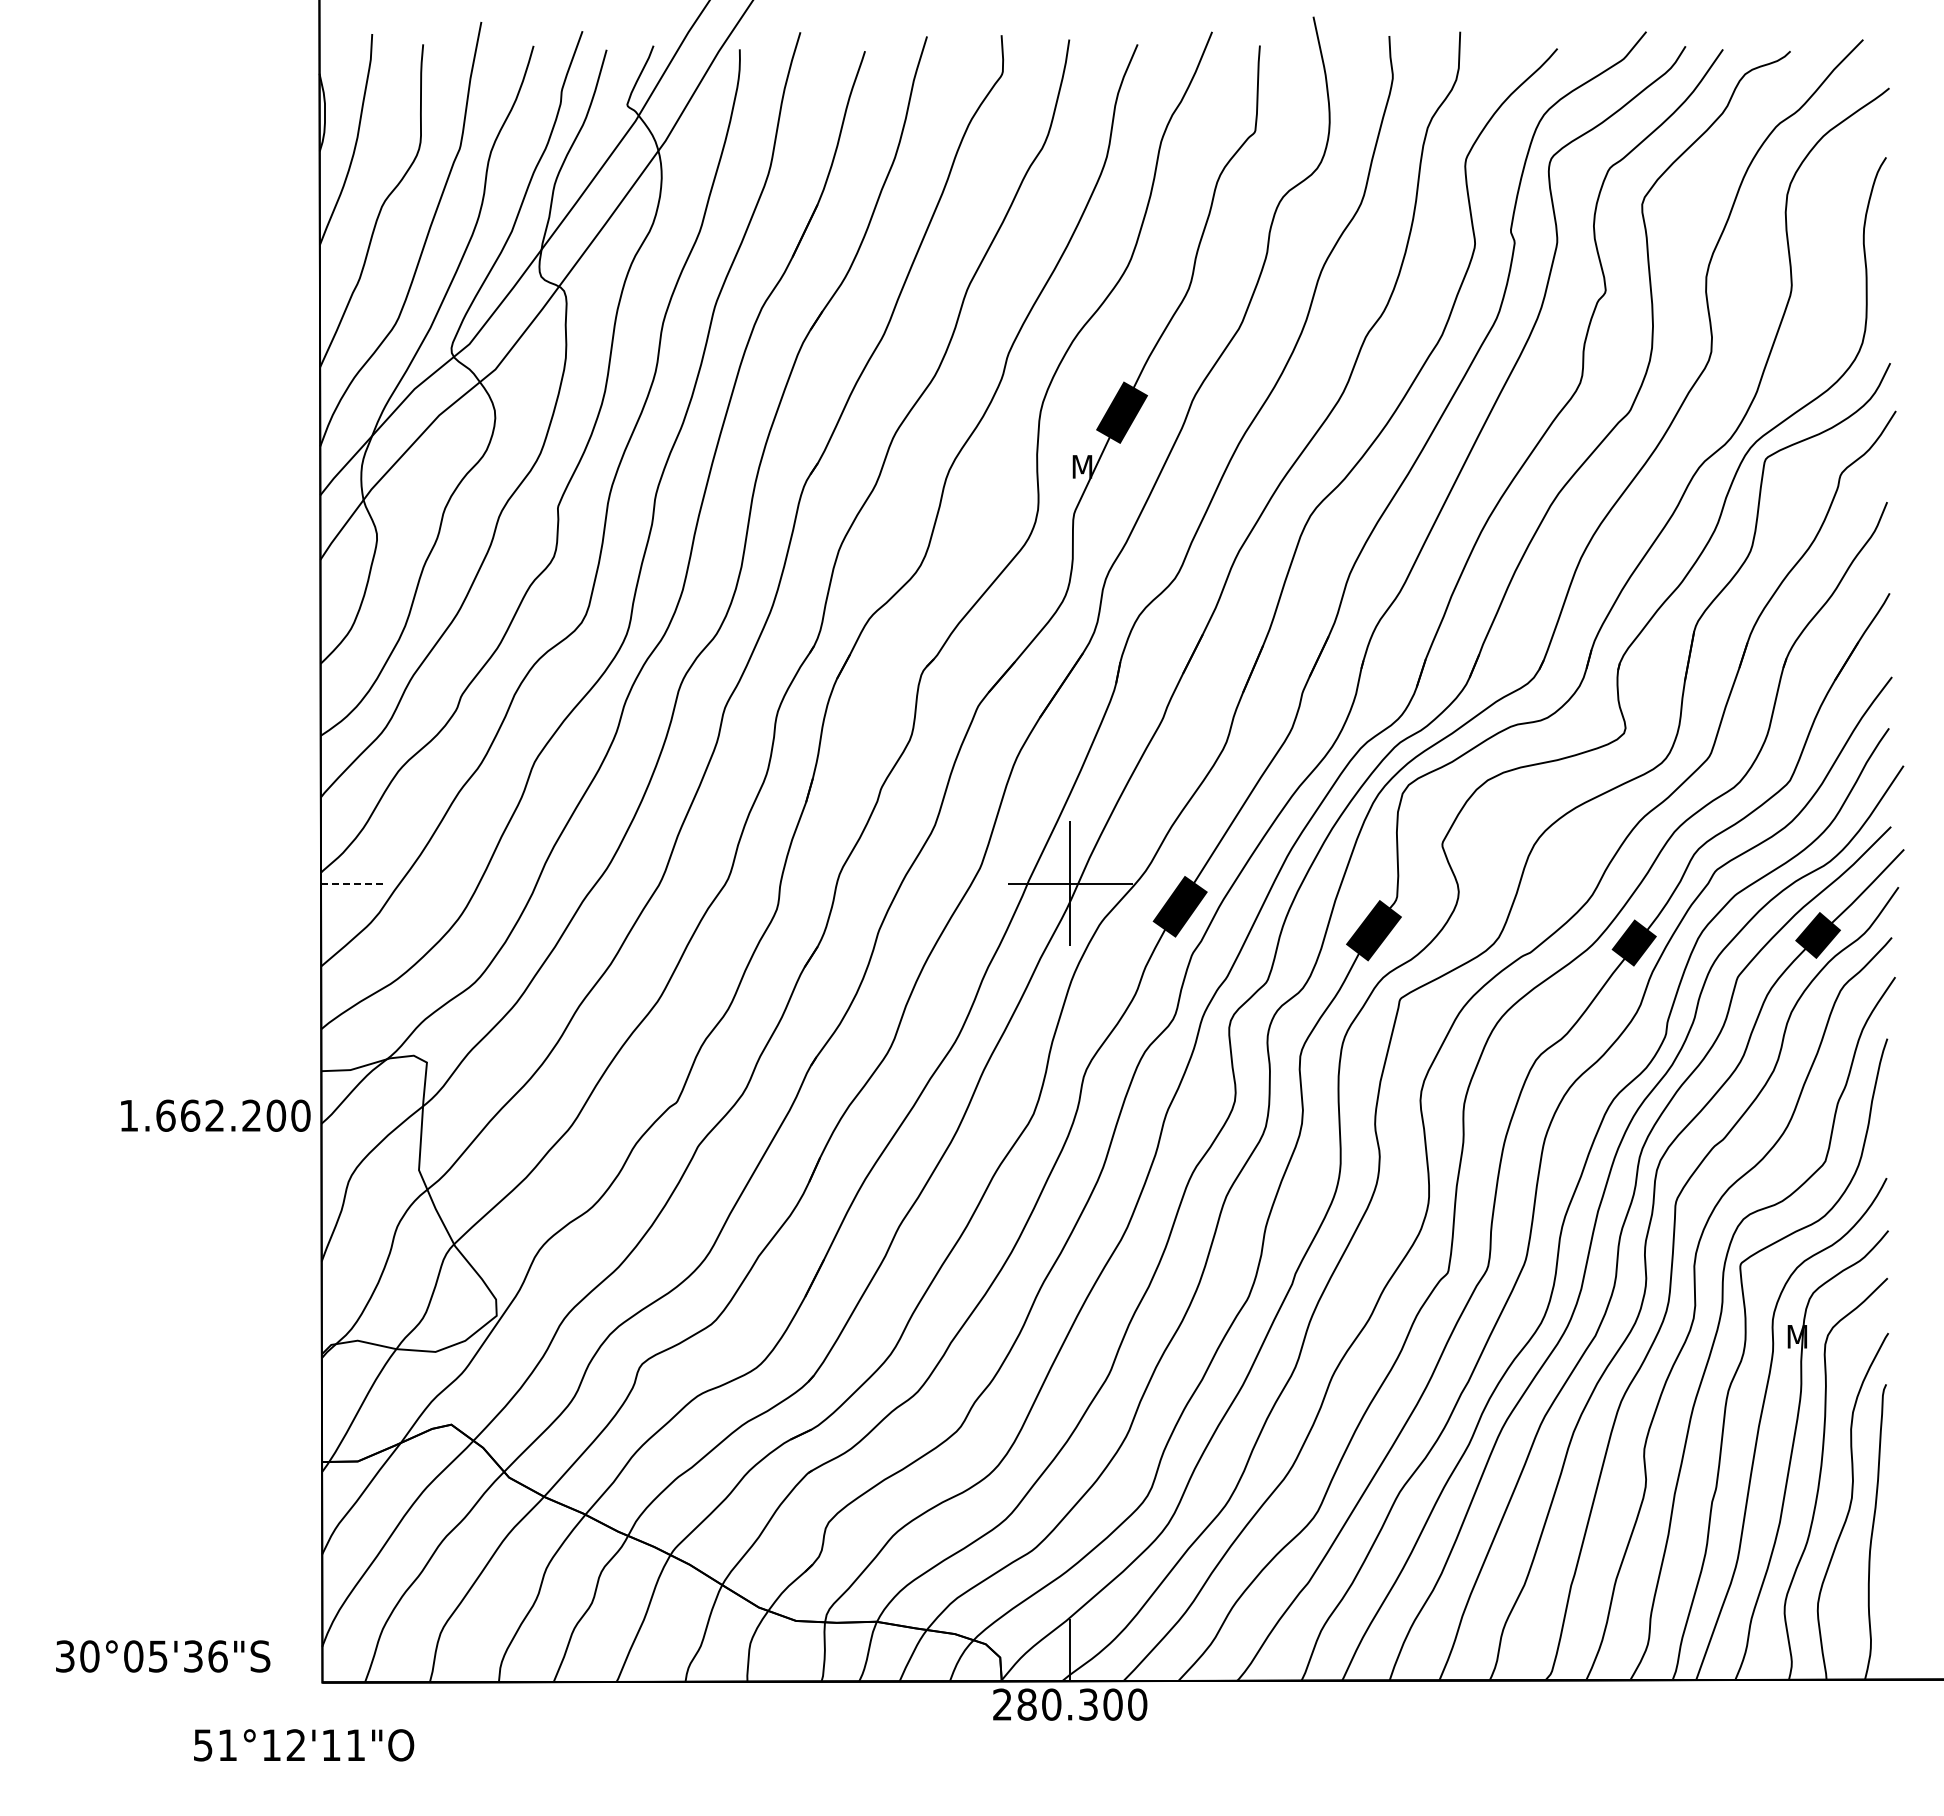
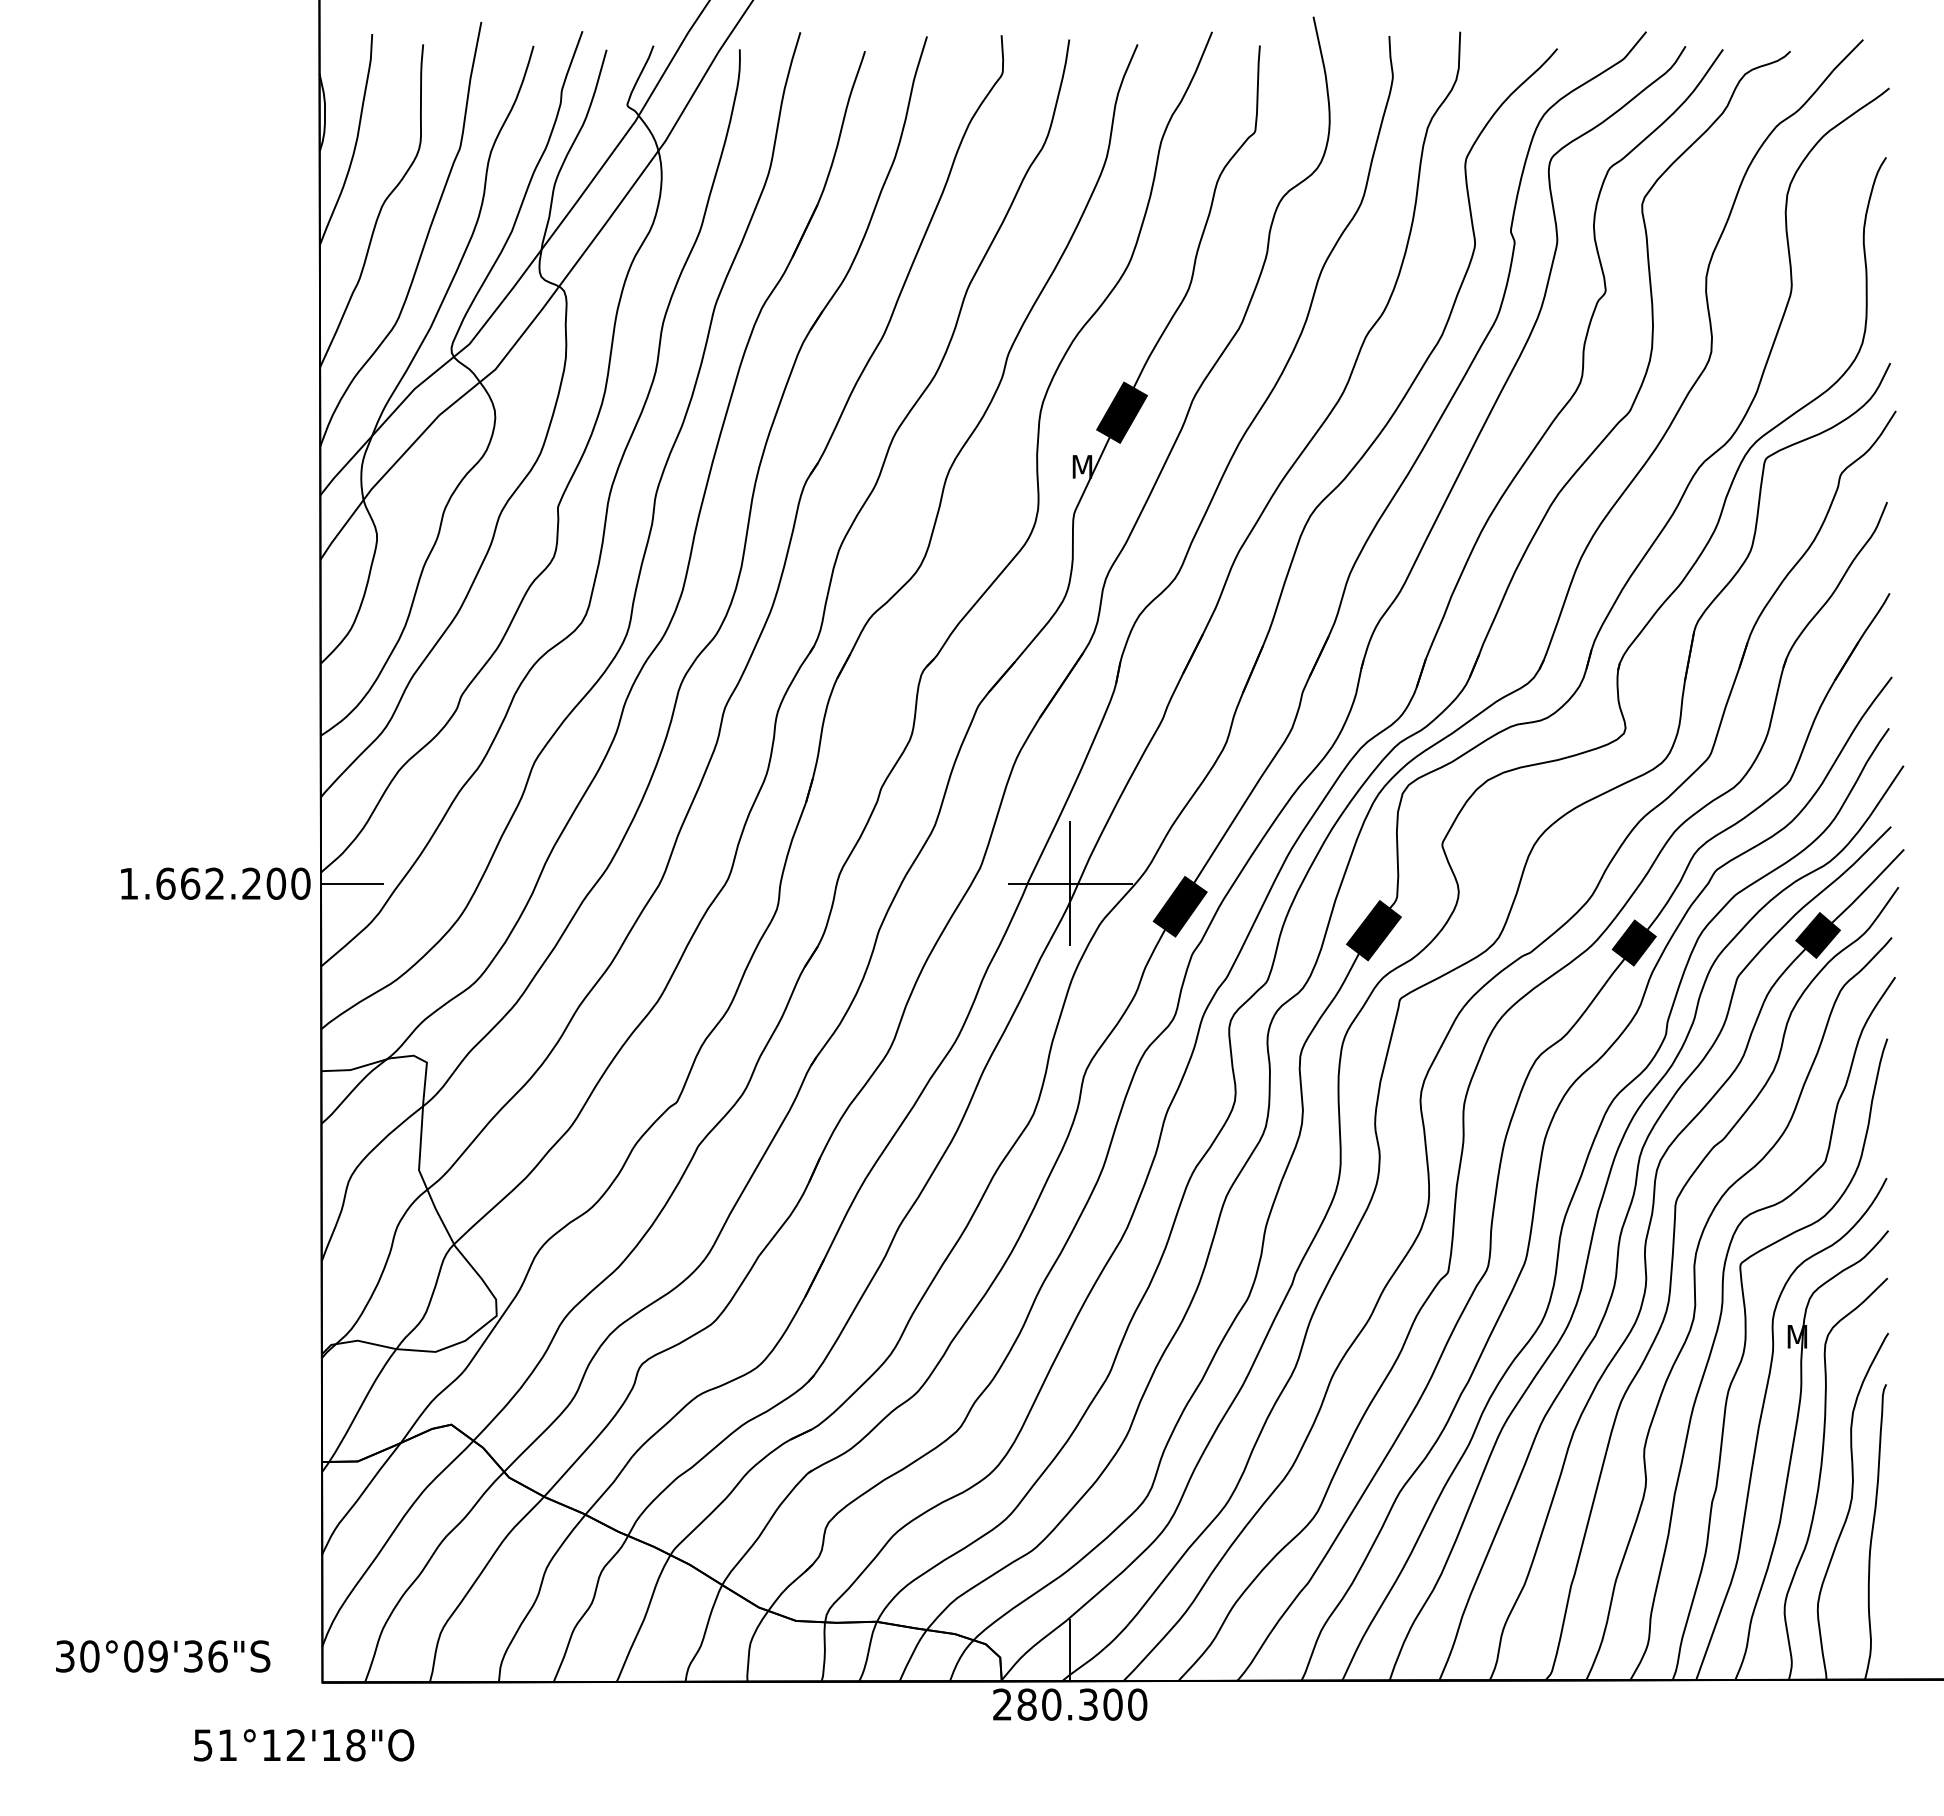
line at (352, 883): dashed -> solid
text at (215, 1115) position: (215, 1115) -> (215, 883)
text at (157, 1656): 30°05'36"S -> 30°09'36"S
text at (355, 1745): 51°12'11"O -> 51°12'18"O
